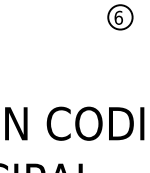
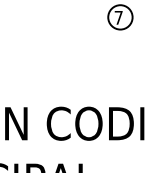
text at (118, 17): 6 -> 7
